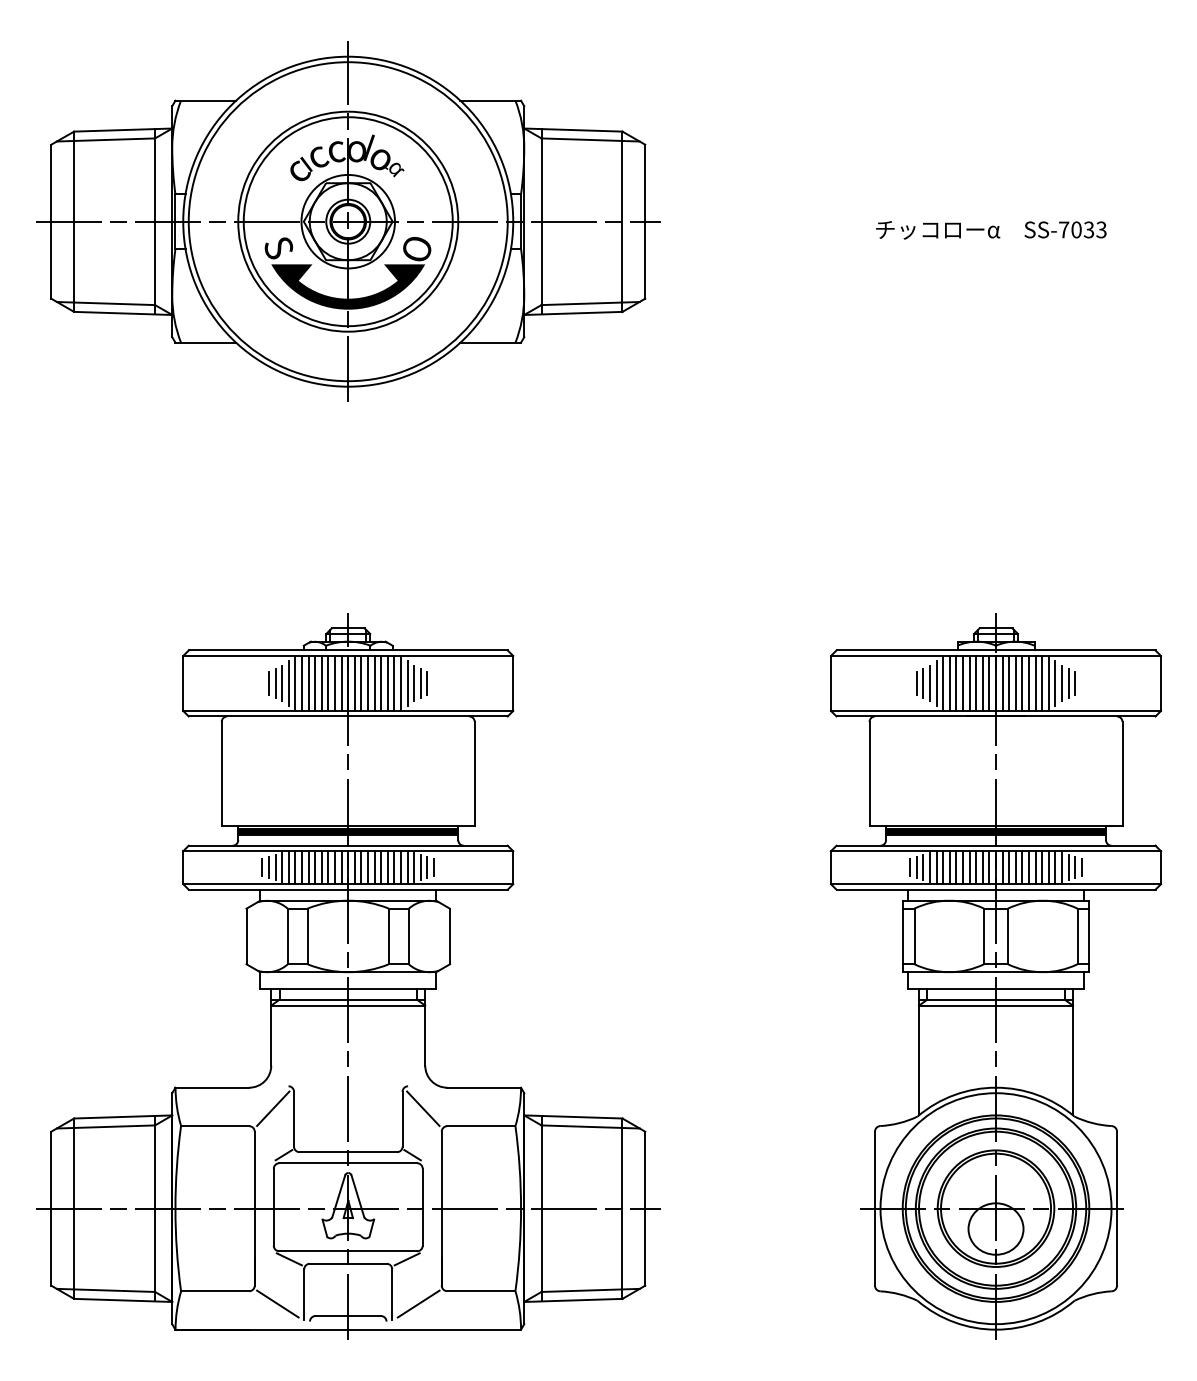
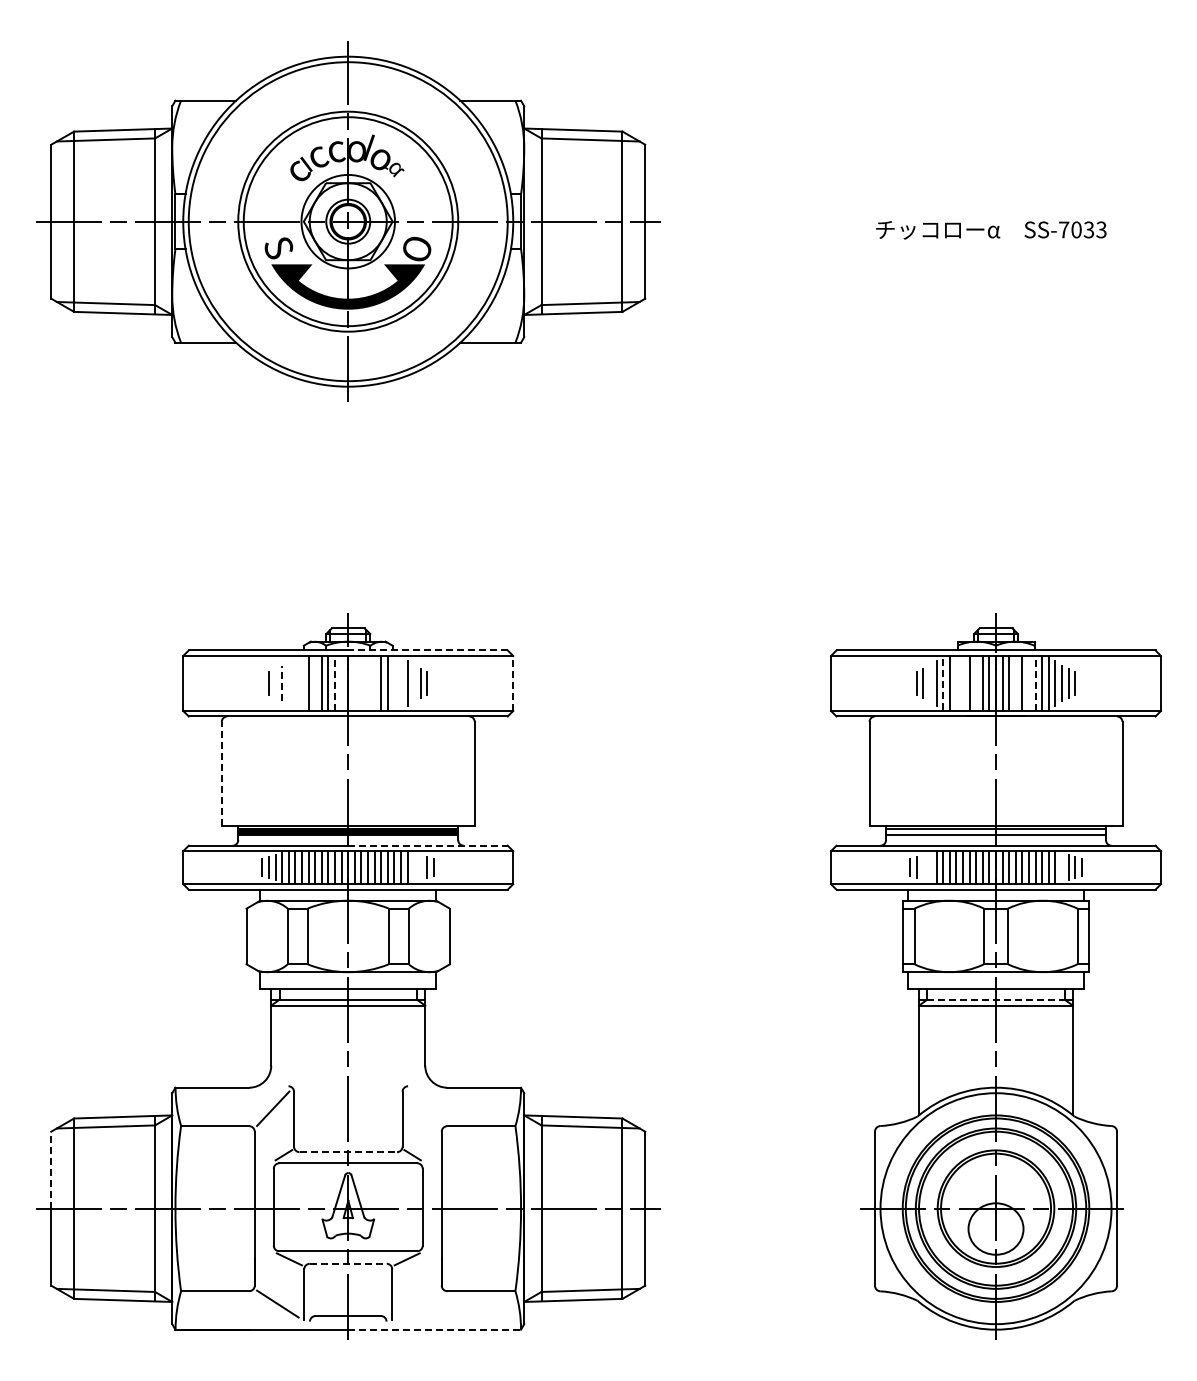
line at (428, 650): solid -> dashed
line at (302, 682): present -> none
line at (315, 682): present -> none
line at (335, 682): solid -> dashed
line at (341, 682): present -> none
line at (354, 682): present -> none
line at (361, 682): present -> none
line at (368, 682): present -> none
line at (374, 682): present -> none
line at (394, 682): present -> none
line at (513, 682): solid -> dashed
line at (956, 682): present -> none
line at (963, 682): present -> none
line at (976, 682): present -> none
line at (1015, 682): present -> none
line at (1029, 682): present -> none
line at (1035, 682): solid -> dashed
line at (275, 683): present -> none
line at (282, 683): solid -> dashed
line at (288, 683): present -> none
line at (295, 683): present -> none
line at (401, 683): present -> none
line at (414, 683): present -> none
line at (930, 683): present -> none
line at (943, 683): solid -> dashed
line at (221, 773): solid -> dashed
fill at (996, 831): present -> none
line at (428, 845): solid -> dashed
line at (414, 867): present -> none
line at (420, 867): present -> none
line at (923, 867): present -> none
line at (930, 867): present -> none
line at (1062, 867): present -> none
line at (996, 999): solid -> dashed
line at (423, 1108): present -> none
line at (348, 1152): solid -> dashed
line at (51, 1169): solid -> dashed
line at (348, 1263): solid -> dashed
line at (418, 1303): present -> none
line at (435, 1329): solid -> dashed
